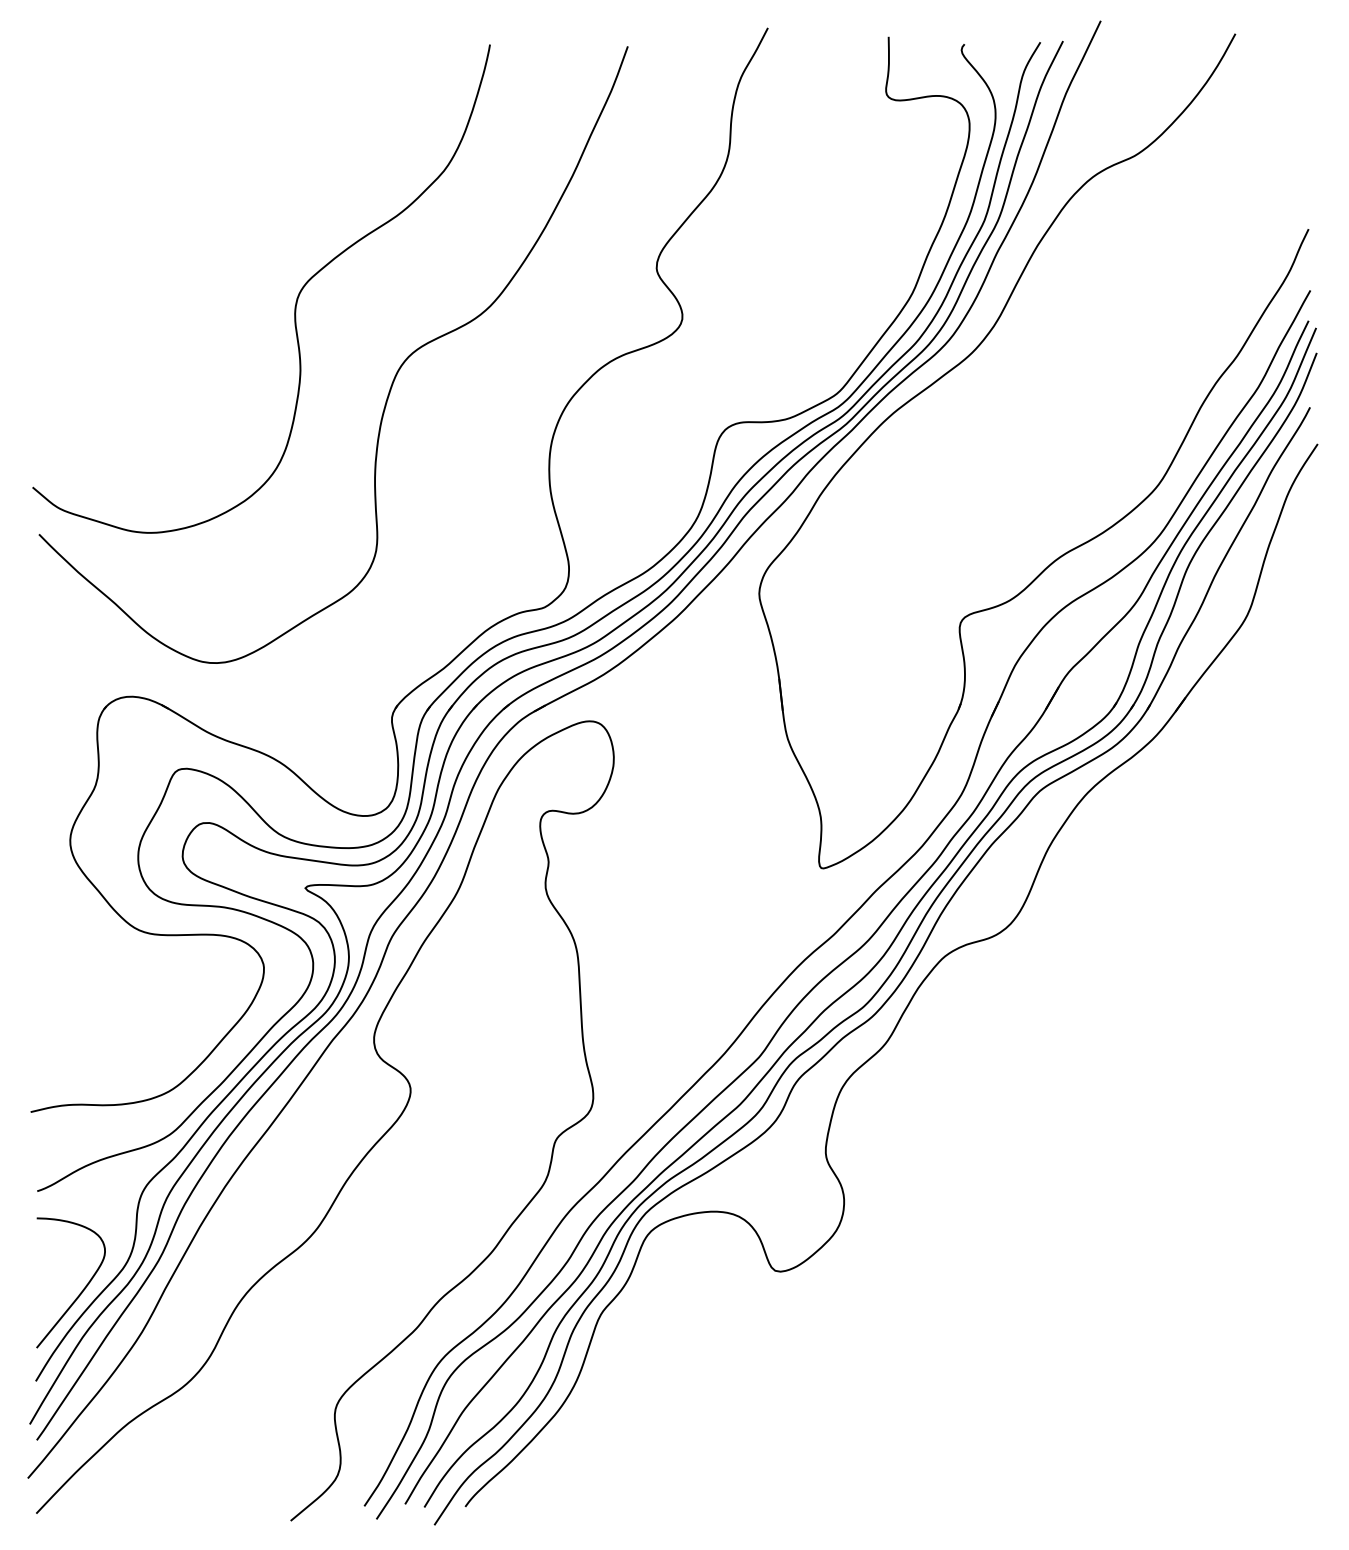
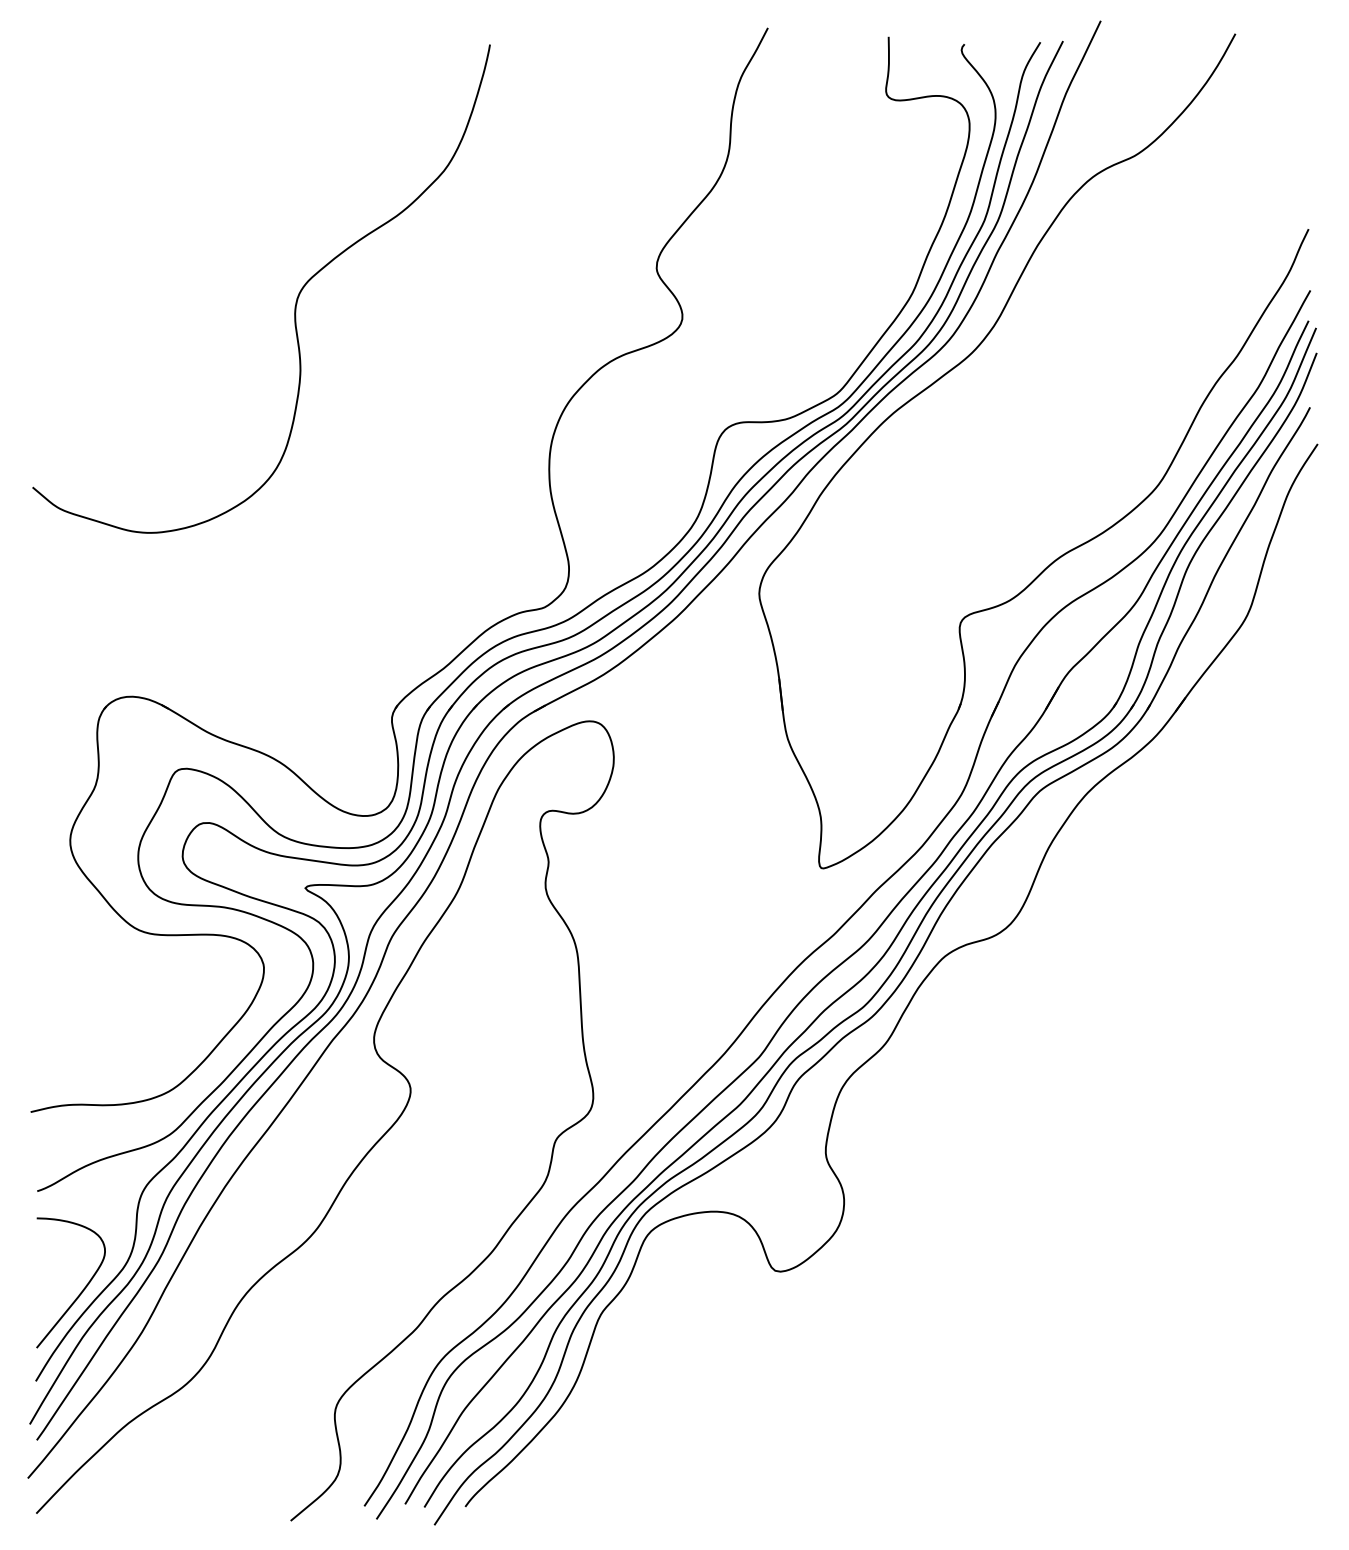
curve at (392, 380): present -> none
